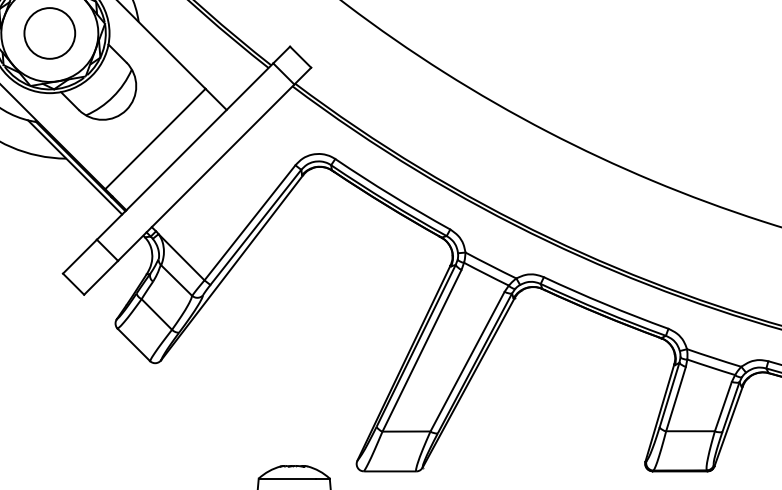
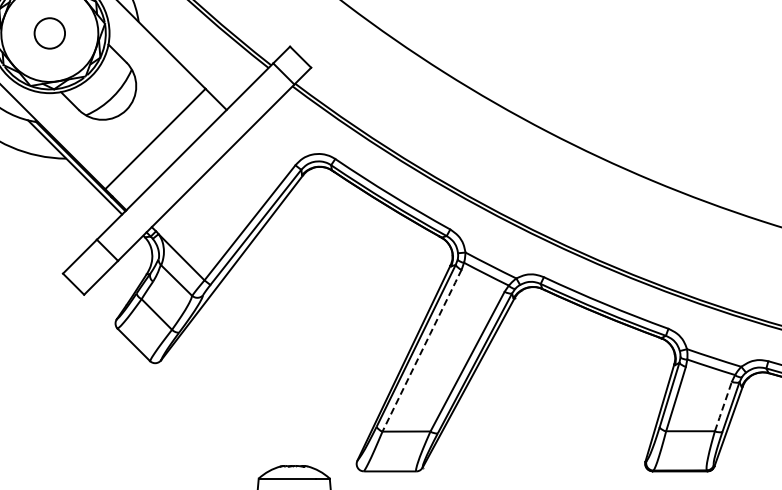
circle at (49, 33) diameter: 51 px -> 30 px
line at (422, 349): solid -> dashed
line at (723, 407): solid -> dashed
